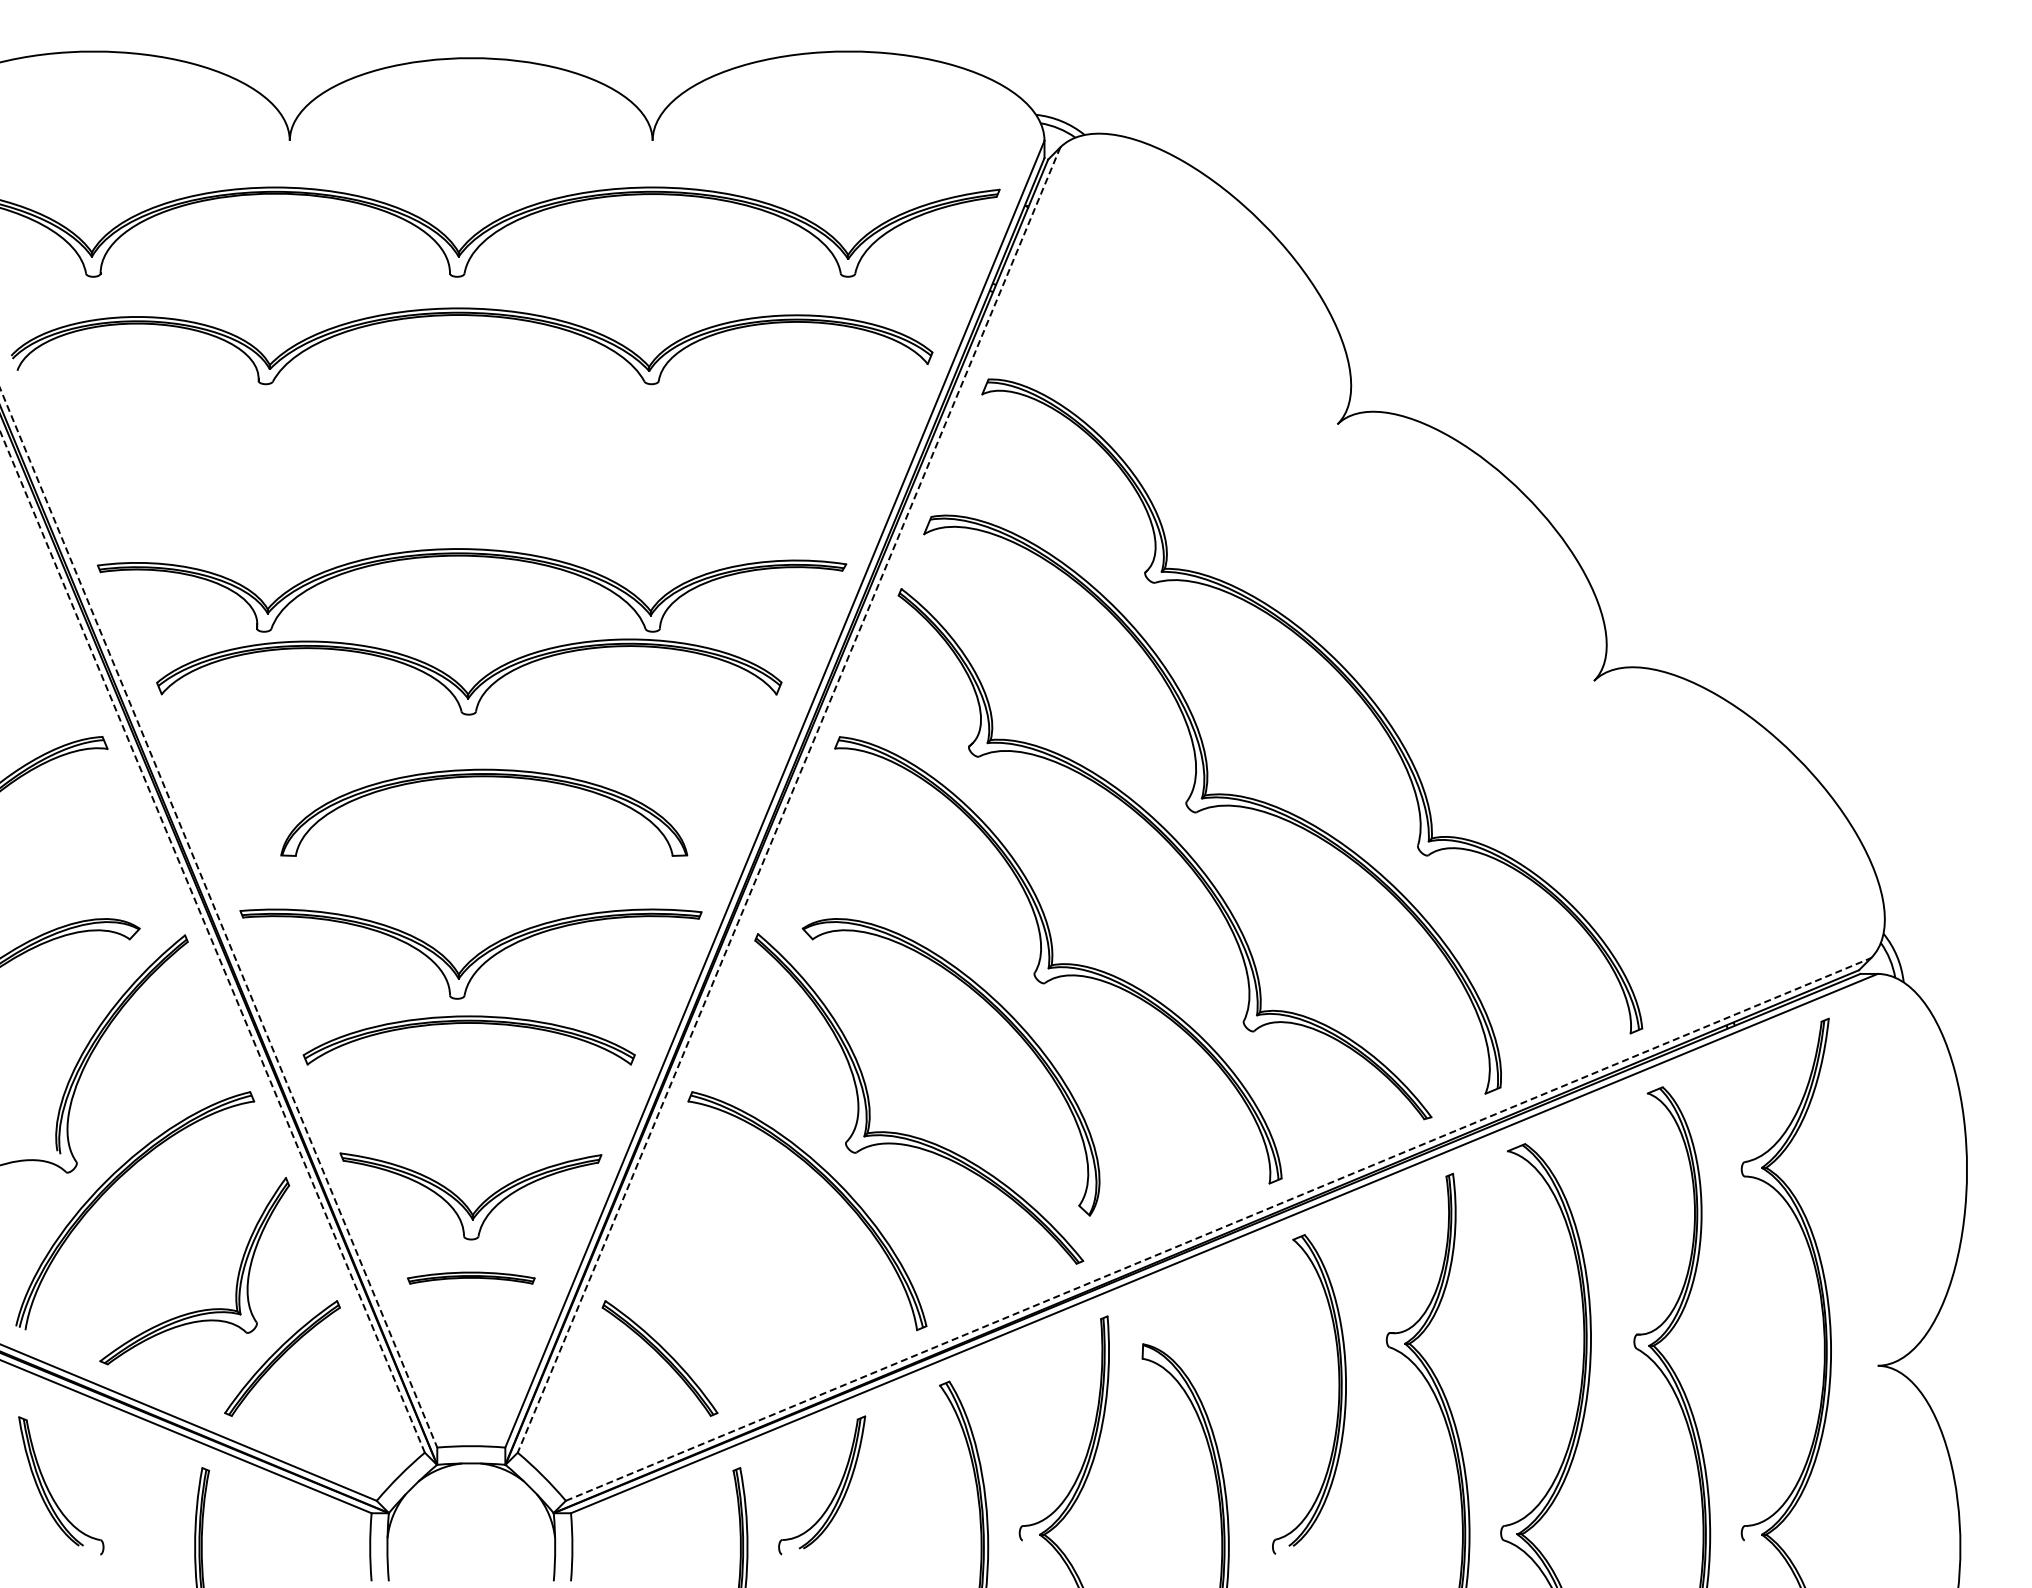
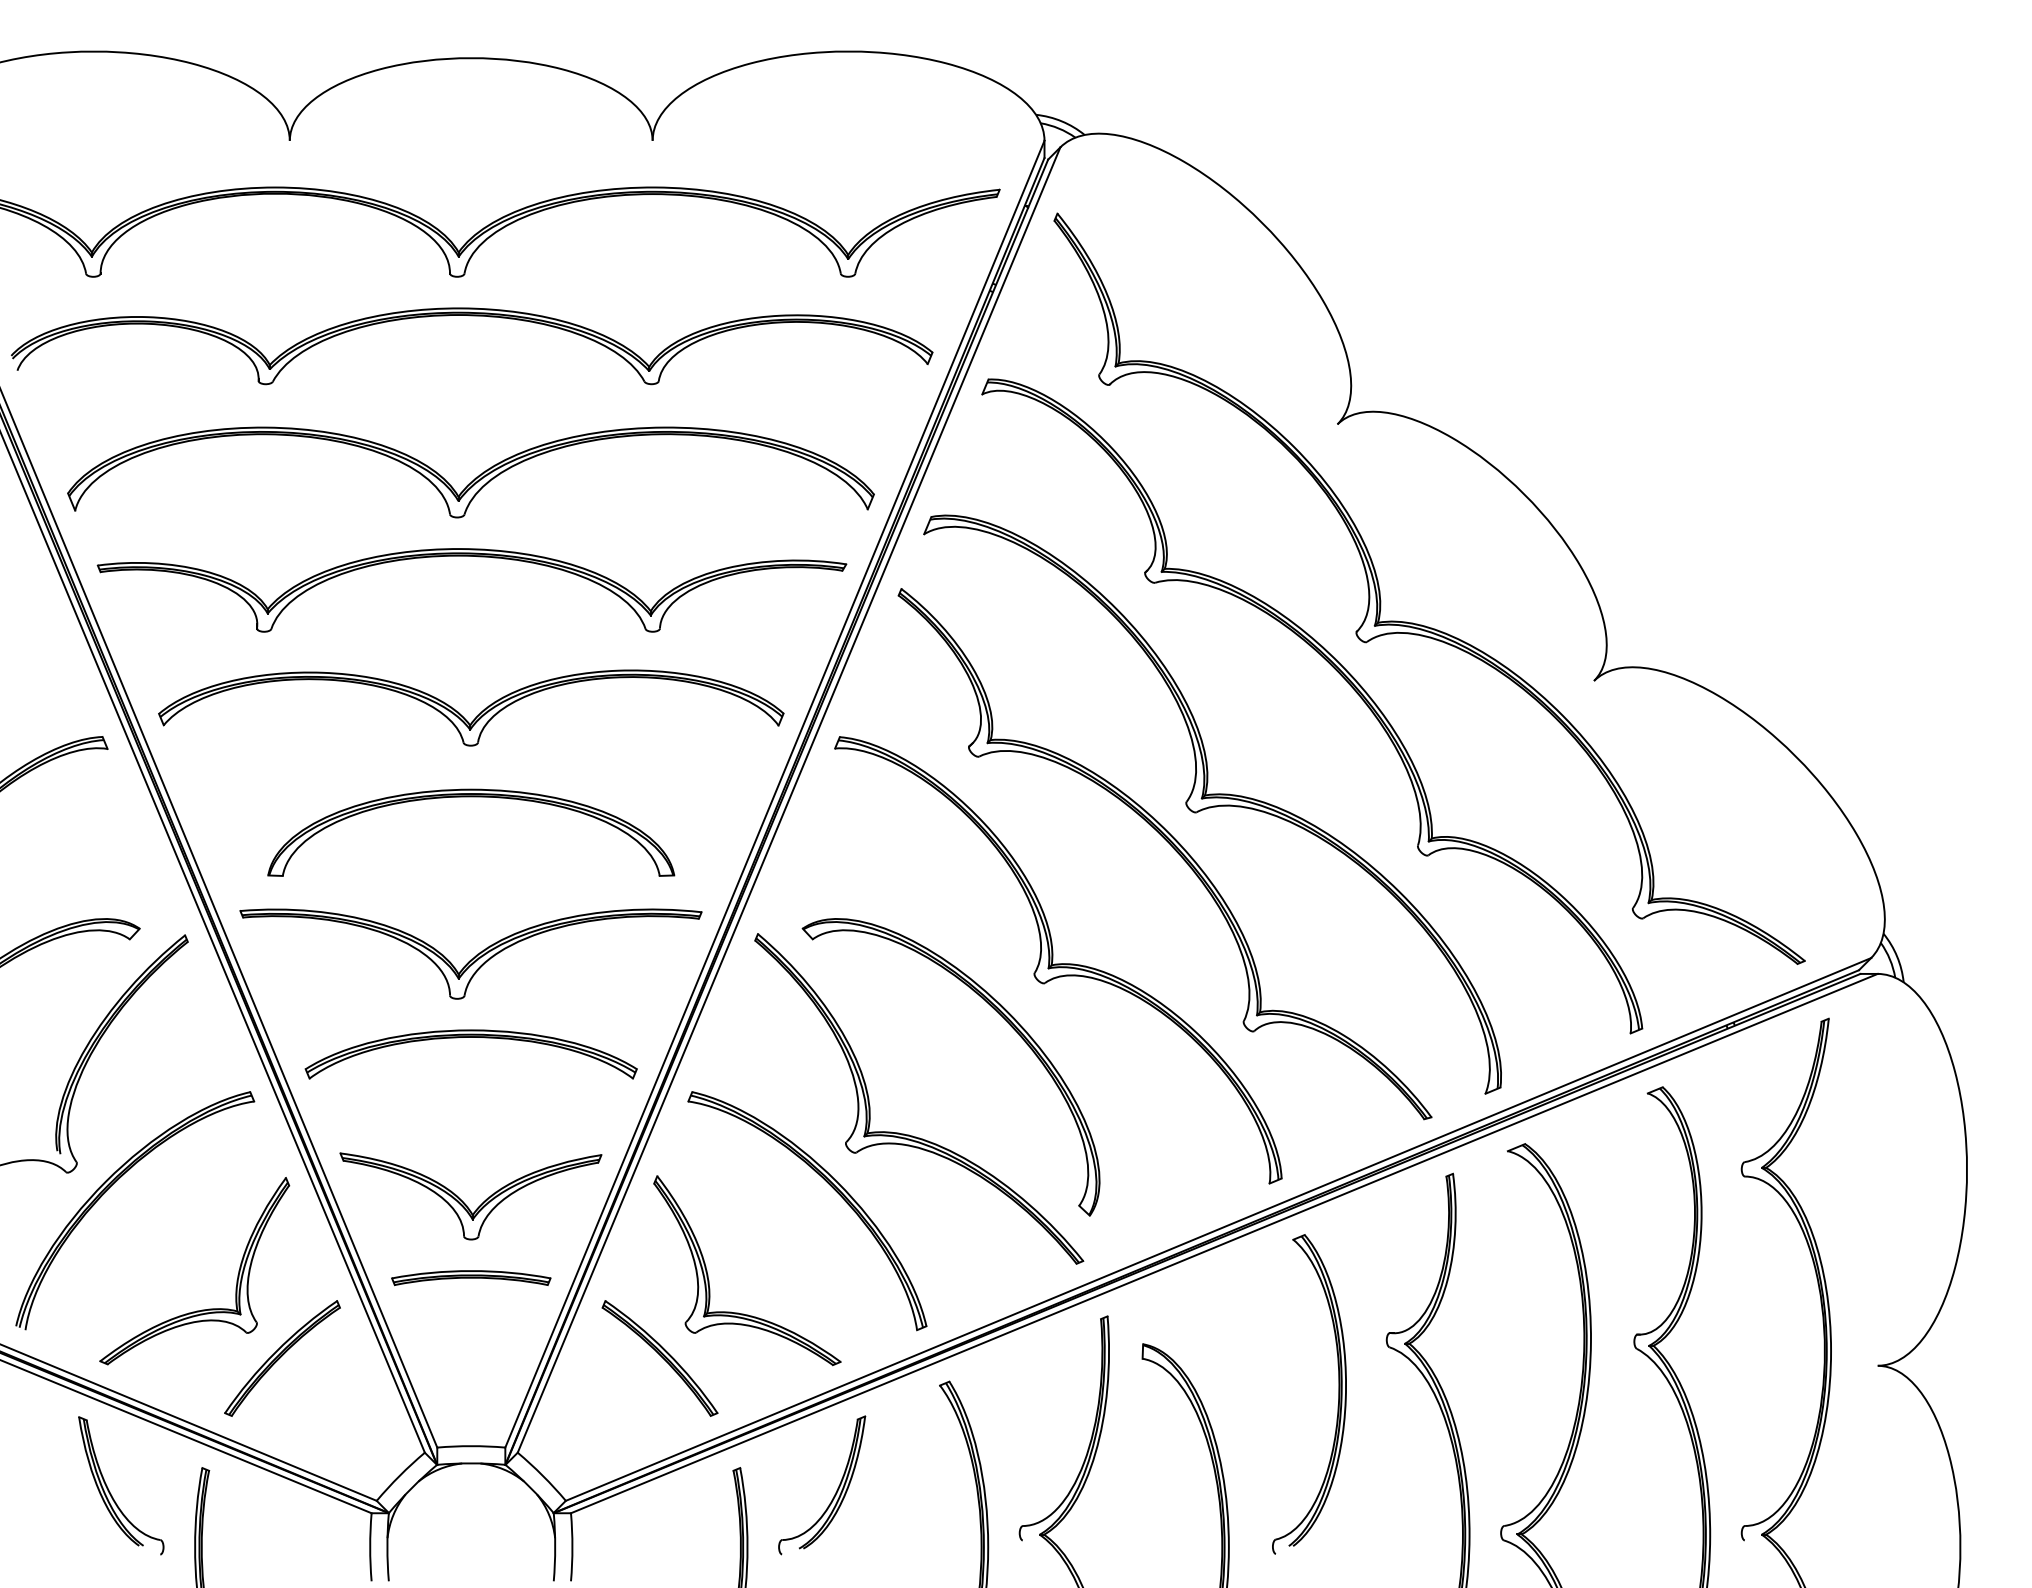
part at (475, 477): none -> present
part at (1421, 624): none -> present
part at (476, 683) position: (476, 683) -> (478, 714)
part at (484, 777) position: (484, 777) -> (471, 797)
line at (789, 800): dashed -> solid
line at (218, 918): dashed -> solid
line at (212, 942): dashed -> solid
part at (468, 1023) position: (468, 1023) -> (470, 1037)
line at (1218, 1229): dashed -> solid
part at (708, 1274): none -> present
part at (471, 1277) size: 129x14 px -> 161x17 px
part at (51, 1493) position: (51, 1493) -> (111, 1493)
